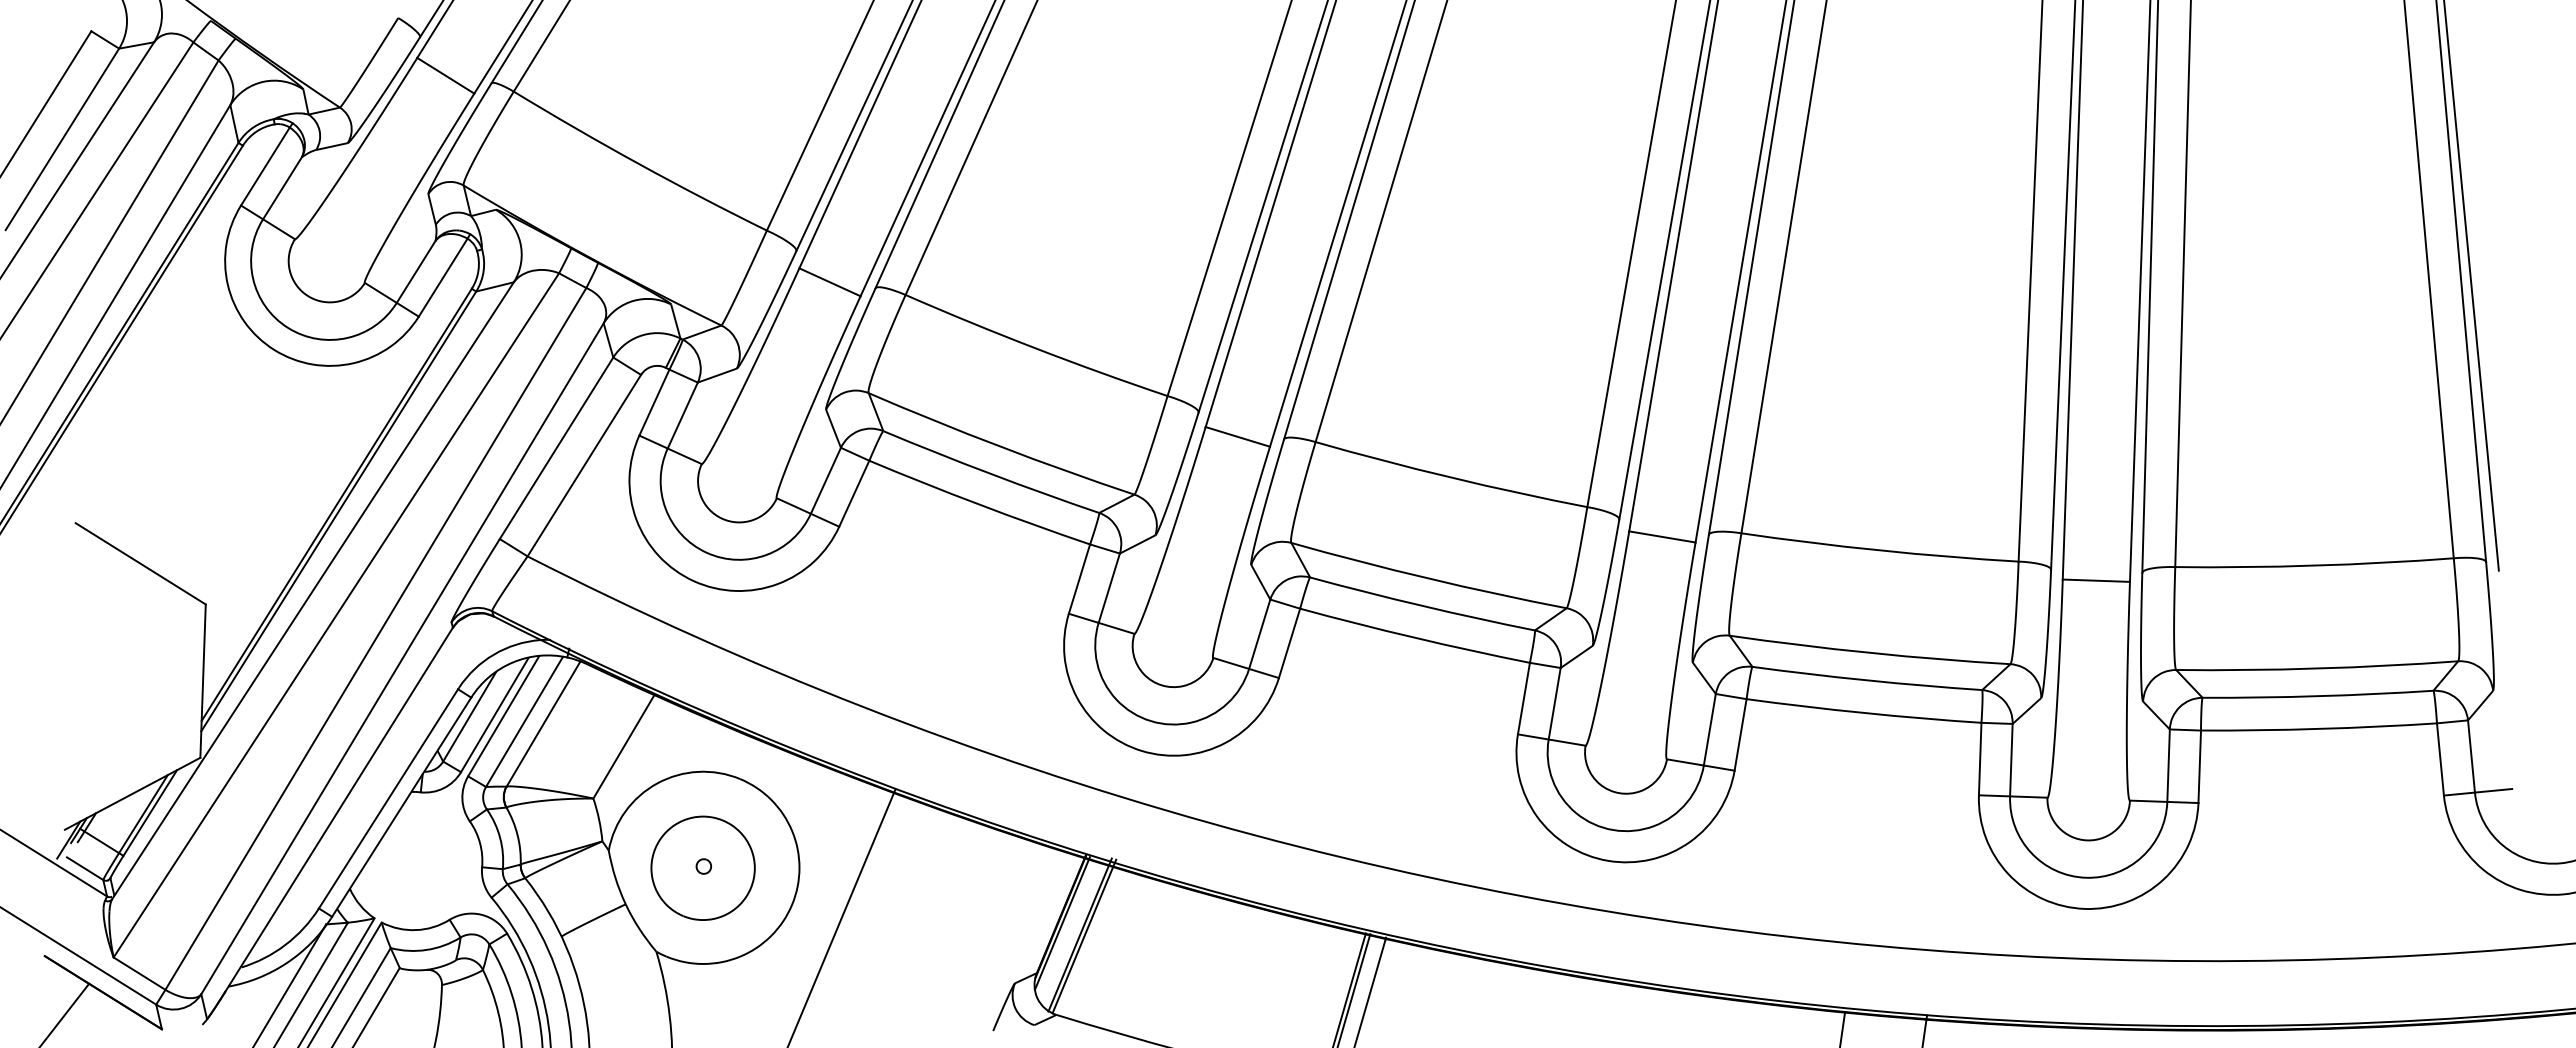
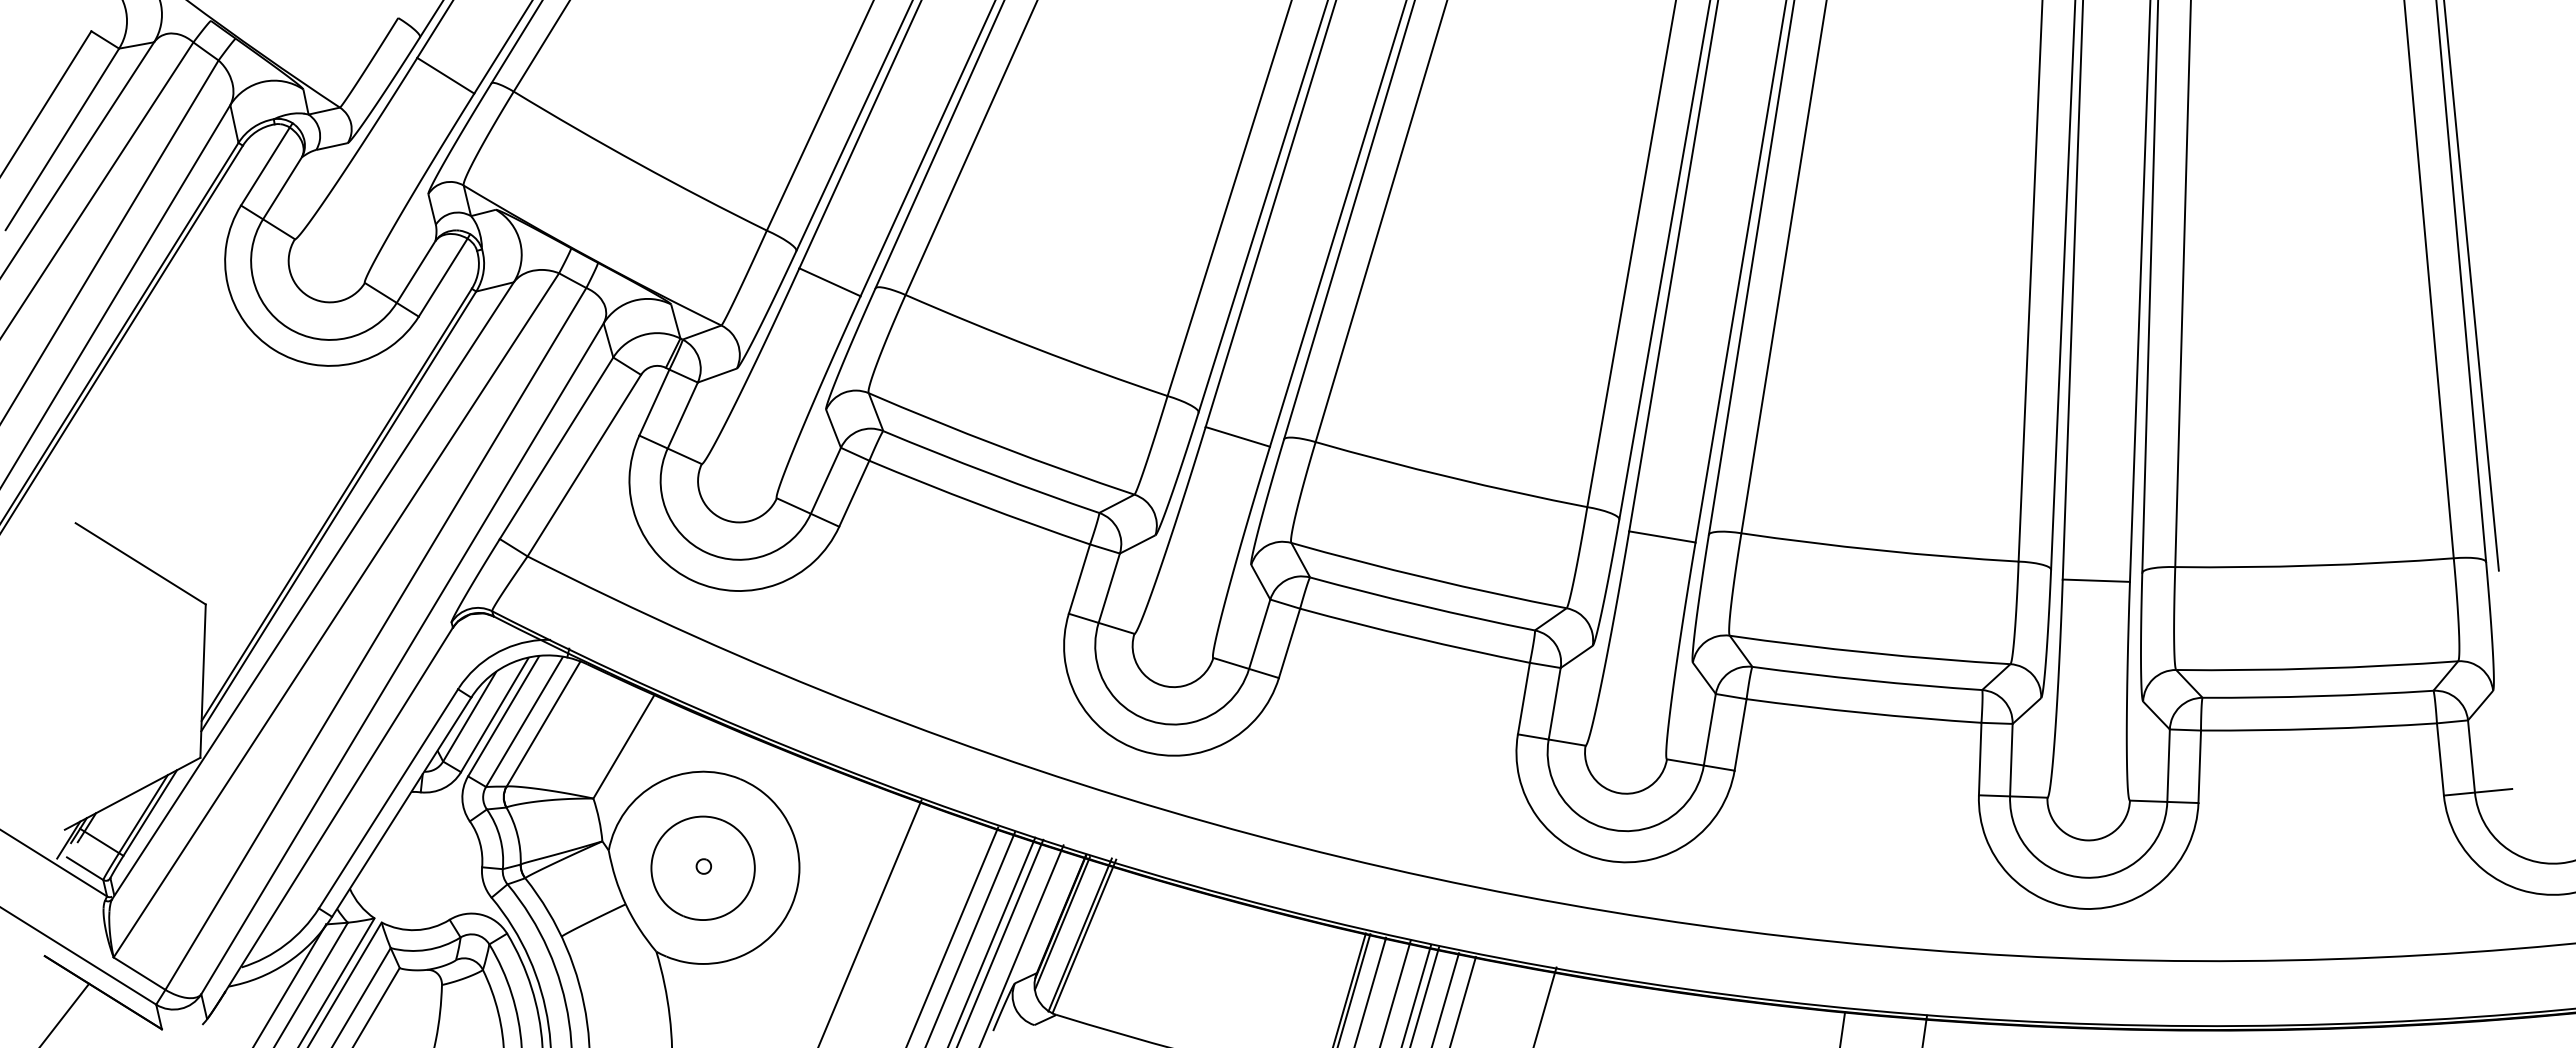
line at (842, 916) position: (842, 916) -> (870, 922)
line at (952, 935): none -> present
line at (970, 938): none -> present
line at (992, 940): none -> present
line at (1000, 941): none -> present
line at (1021, 944): none -> present
line at (1395, 992): none -> present
line at (1416, 994): none -> present
line at (1424, 995): none -> present
line at (1445, 998): none -> present
line at (1462, 1000): none -> present
line at (1545, 1005): none -> present
